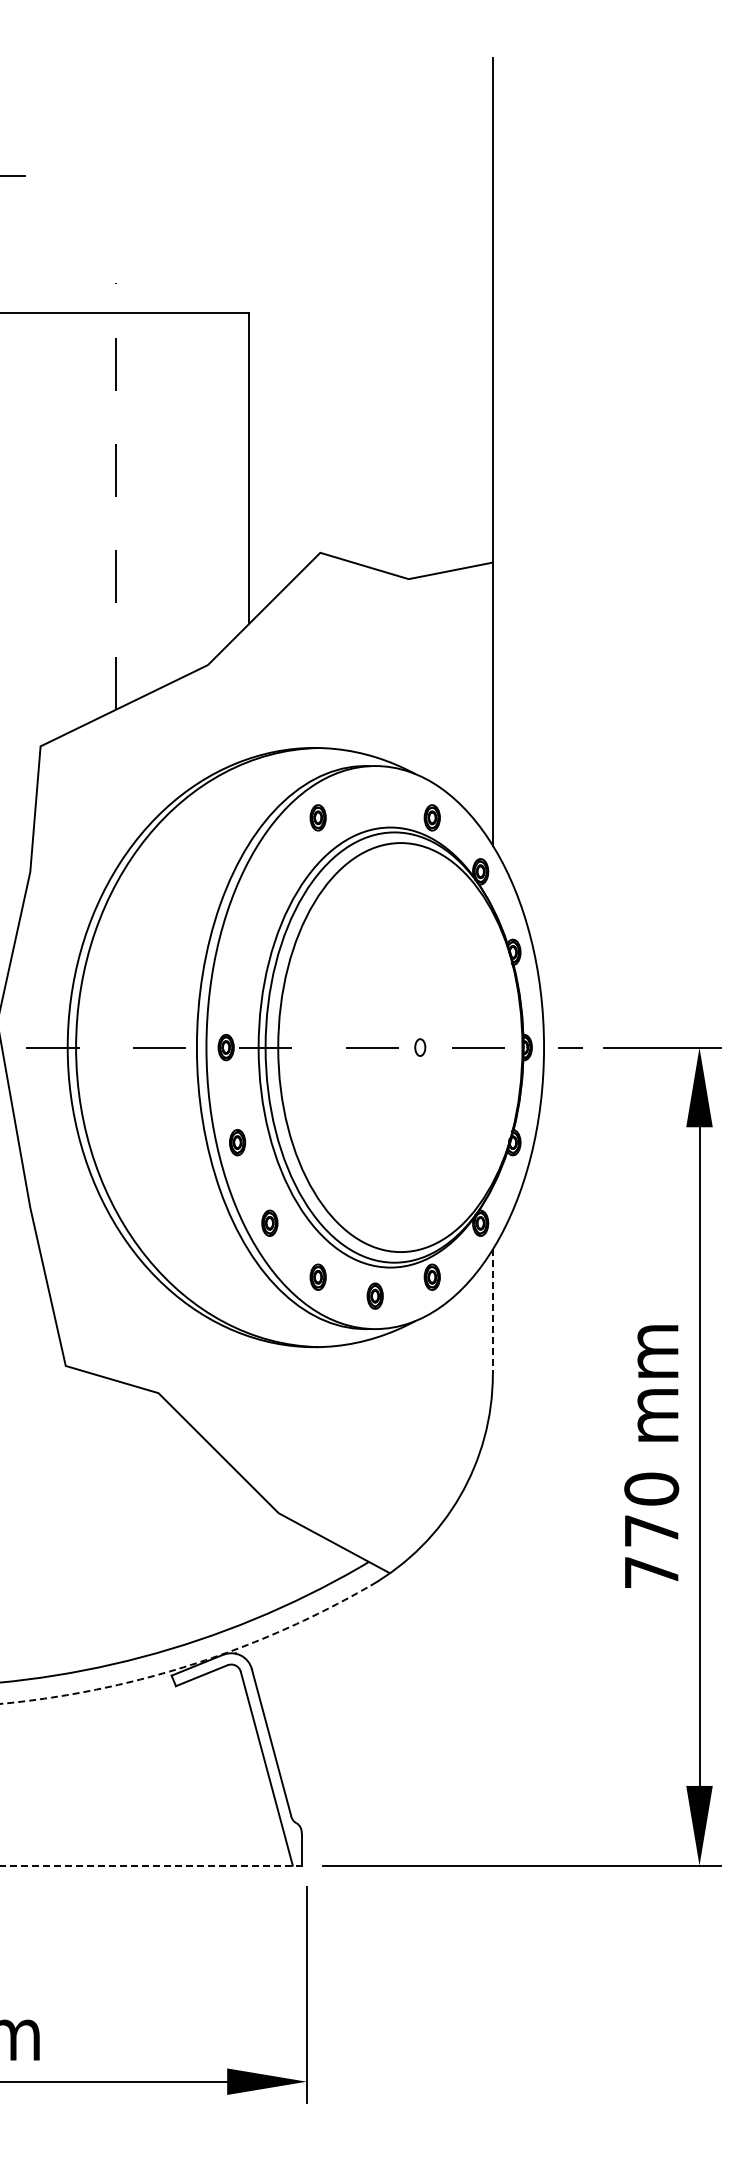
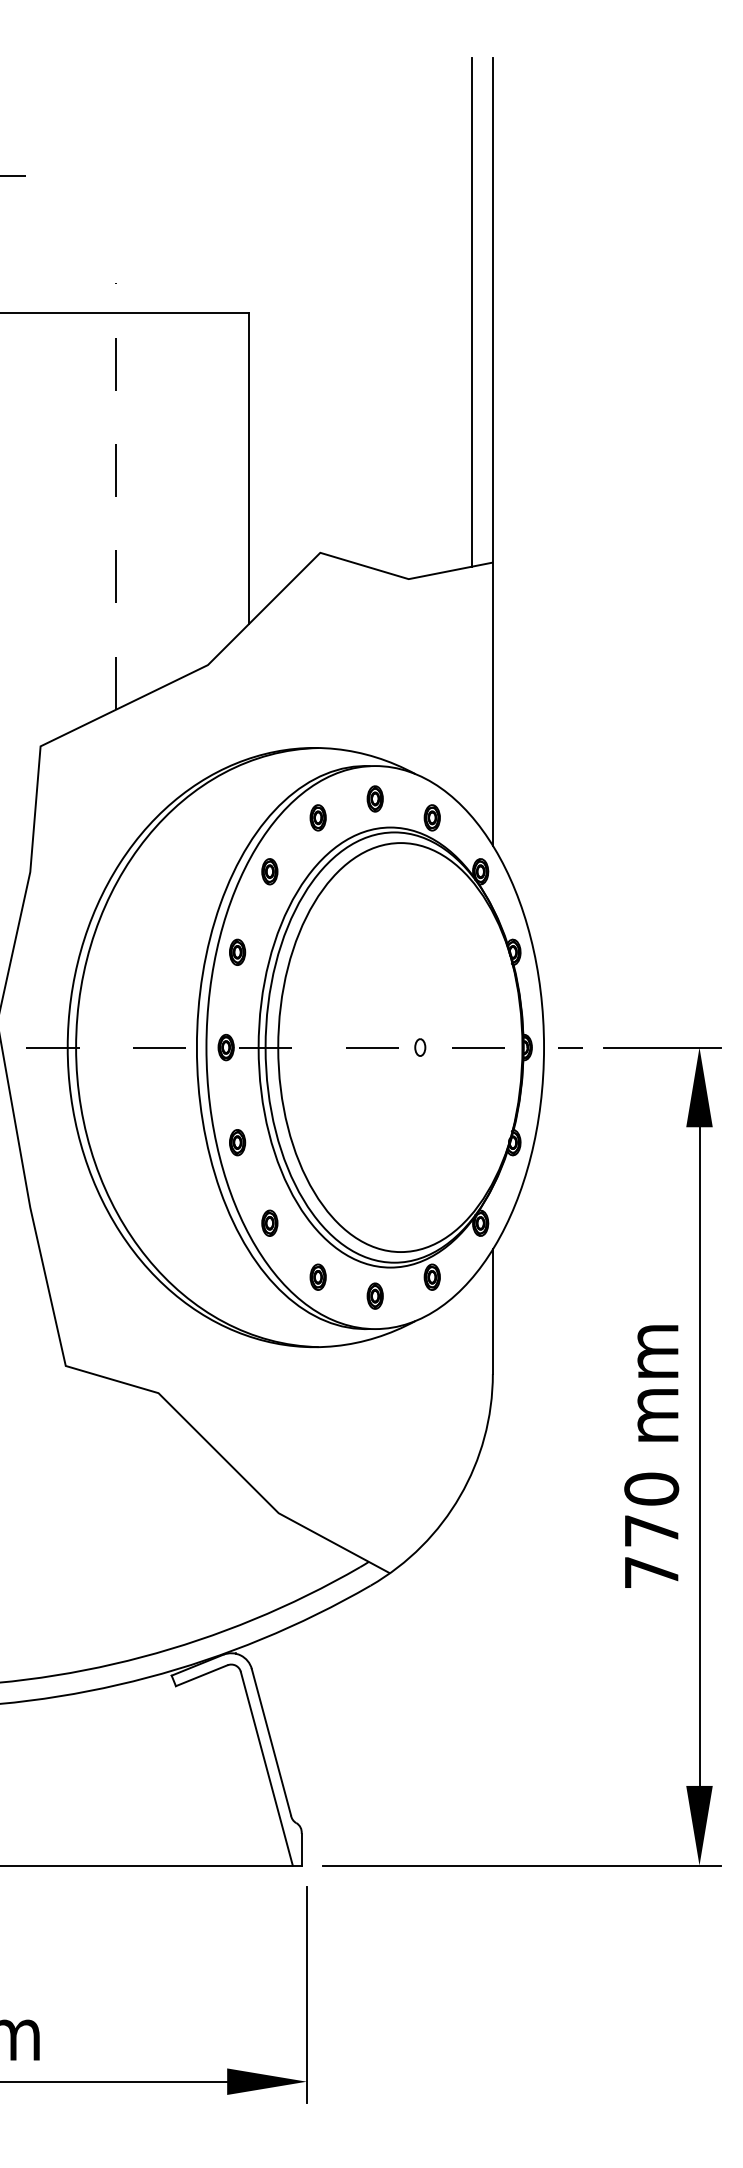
line at (471, 311): none -> present
part at (374, 798): none -> present
part at (269, 871): none -> present
part at (237, 951): none -> present
line at (492, 1312): dashed -> solid
arc at (191, 1664): dashed -> solid
line at (151, 1865): dashed -> solid
